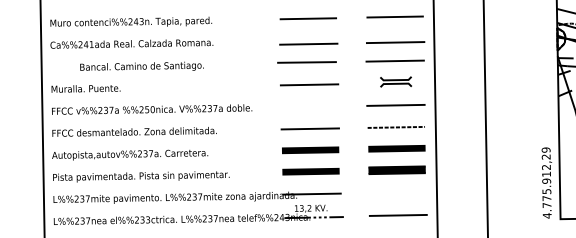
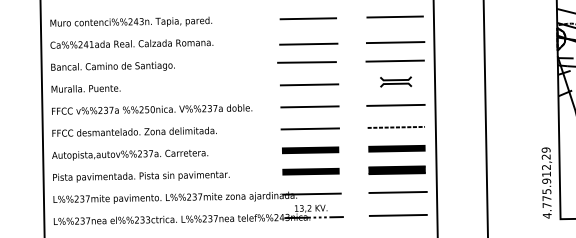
text at (141, 65) position: (141, 65) -> (112, 65)
line at (309, 106): none -> present
line at (397, 191): none -> present
